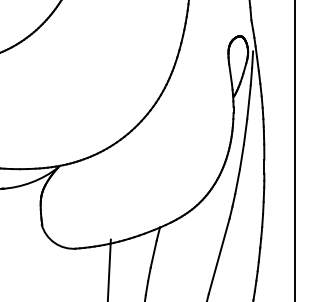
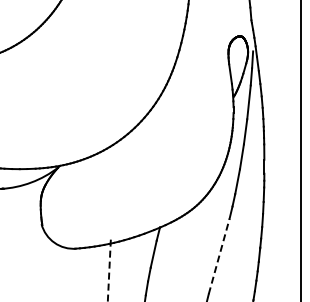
line at (294, 150) position: (294, 150) -> (300, 150)
line at (219, 256): solid -> dashed
line at (109, 270): solid -> dashed
